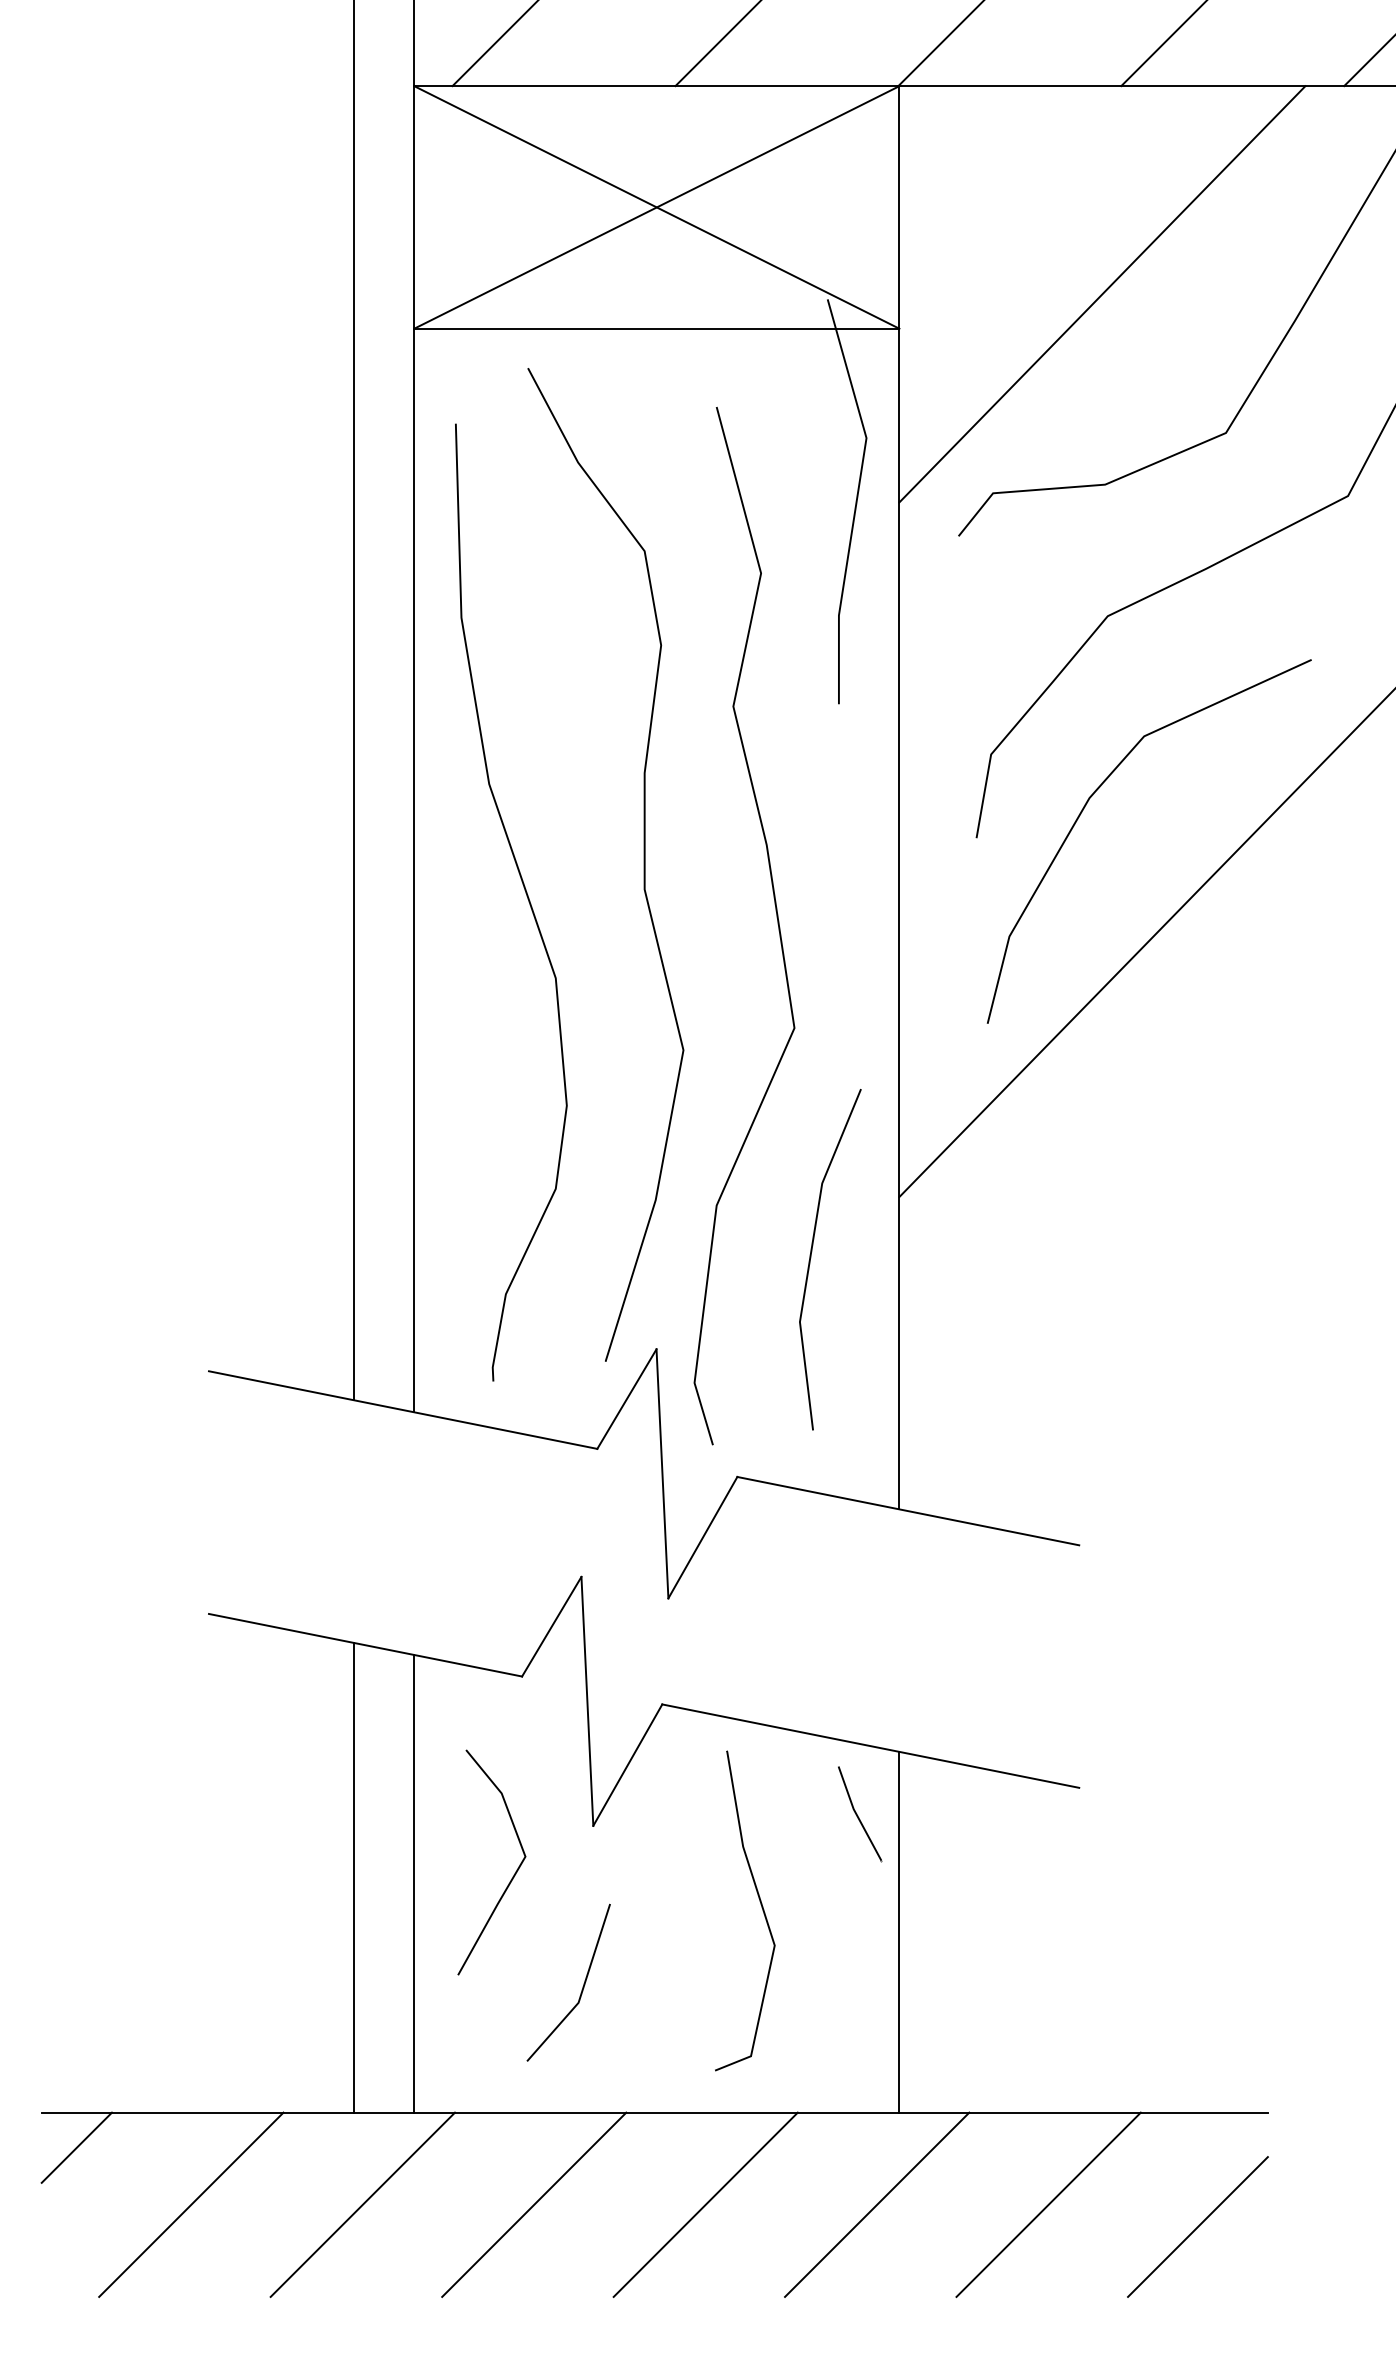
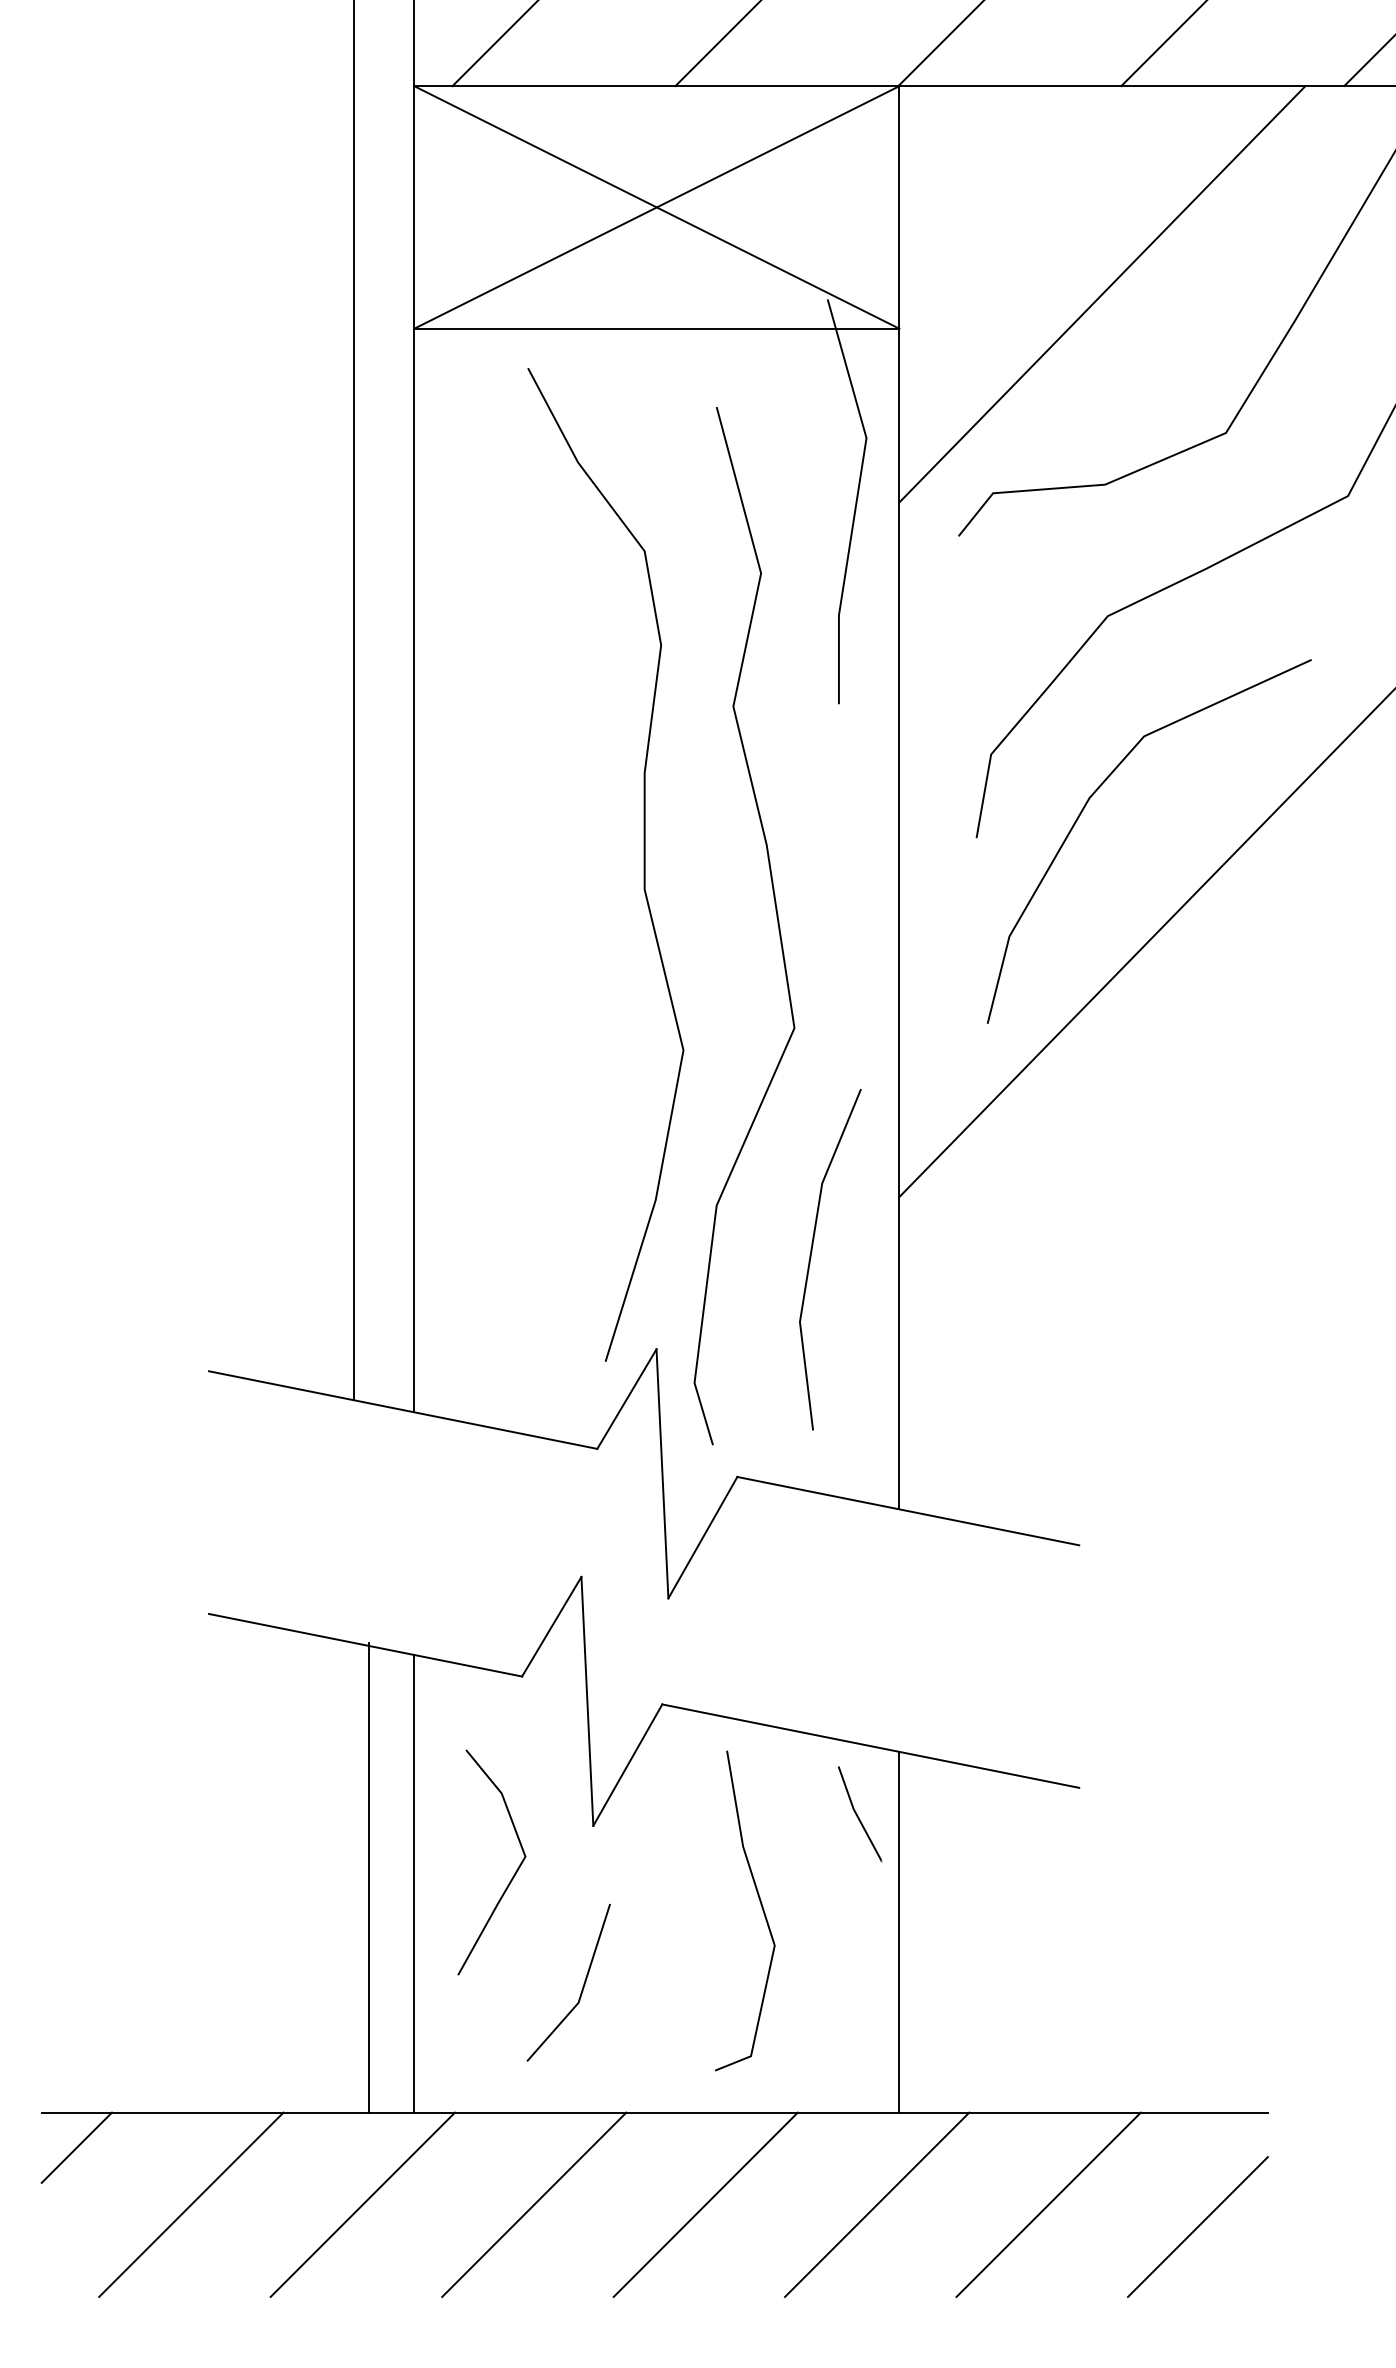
curve at (526, 896): present -> none
line at (353, 1877) position: (353, 1877) -> (368, 1877)
